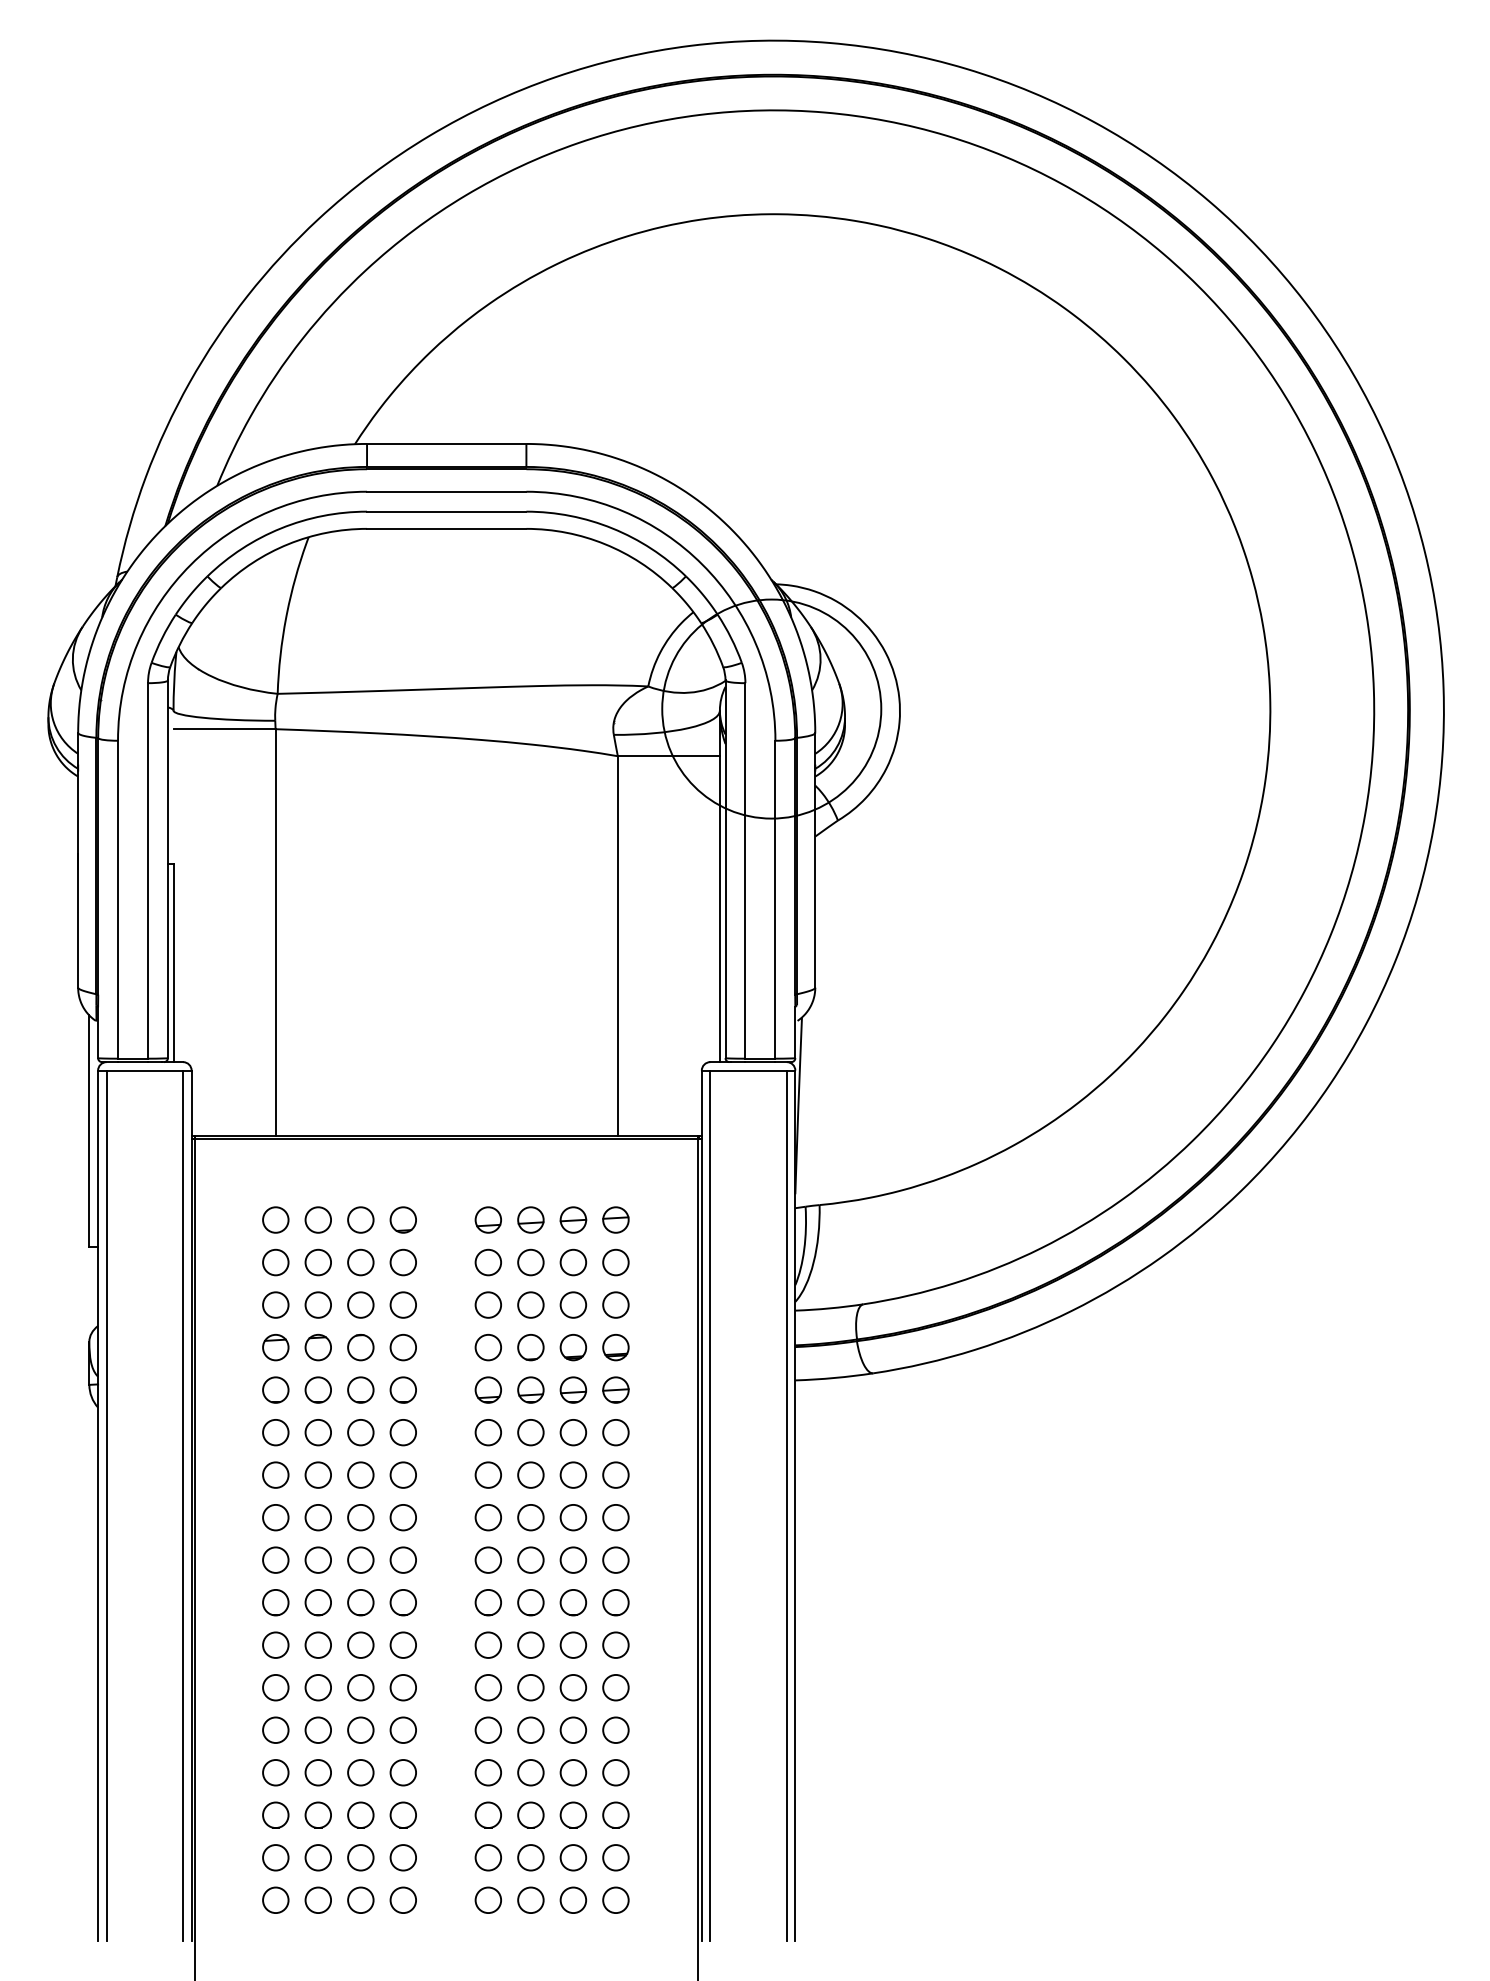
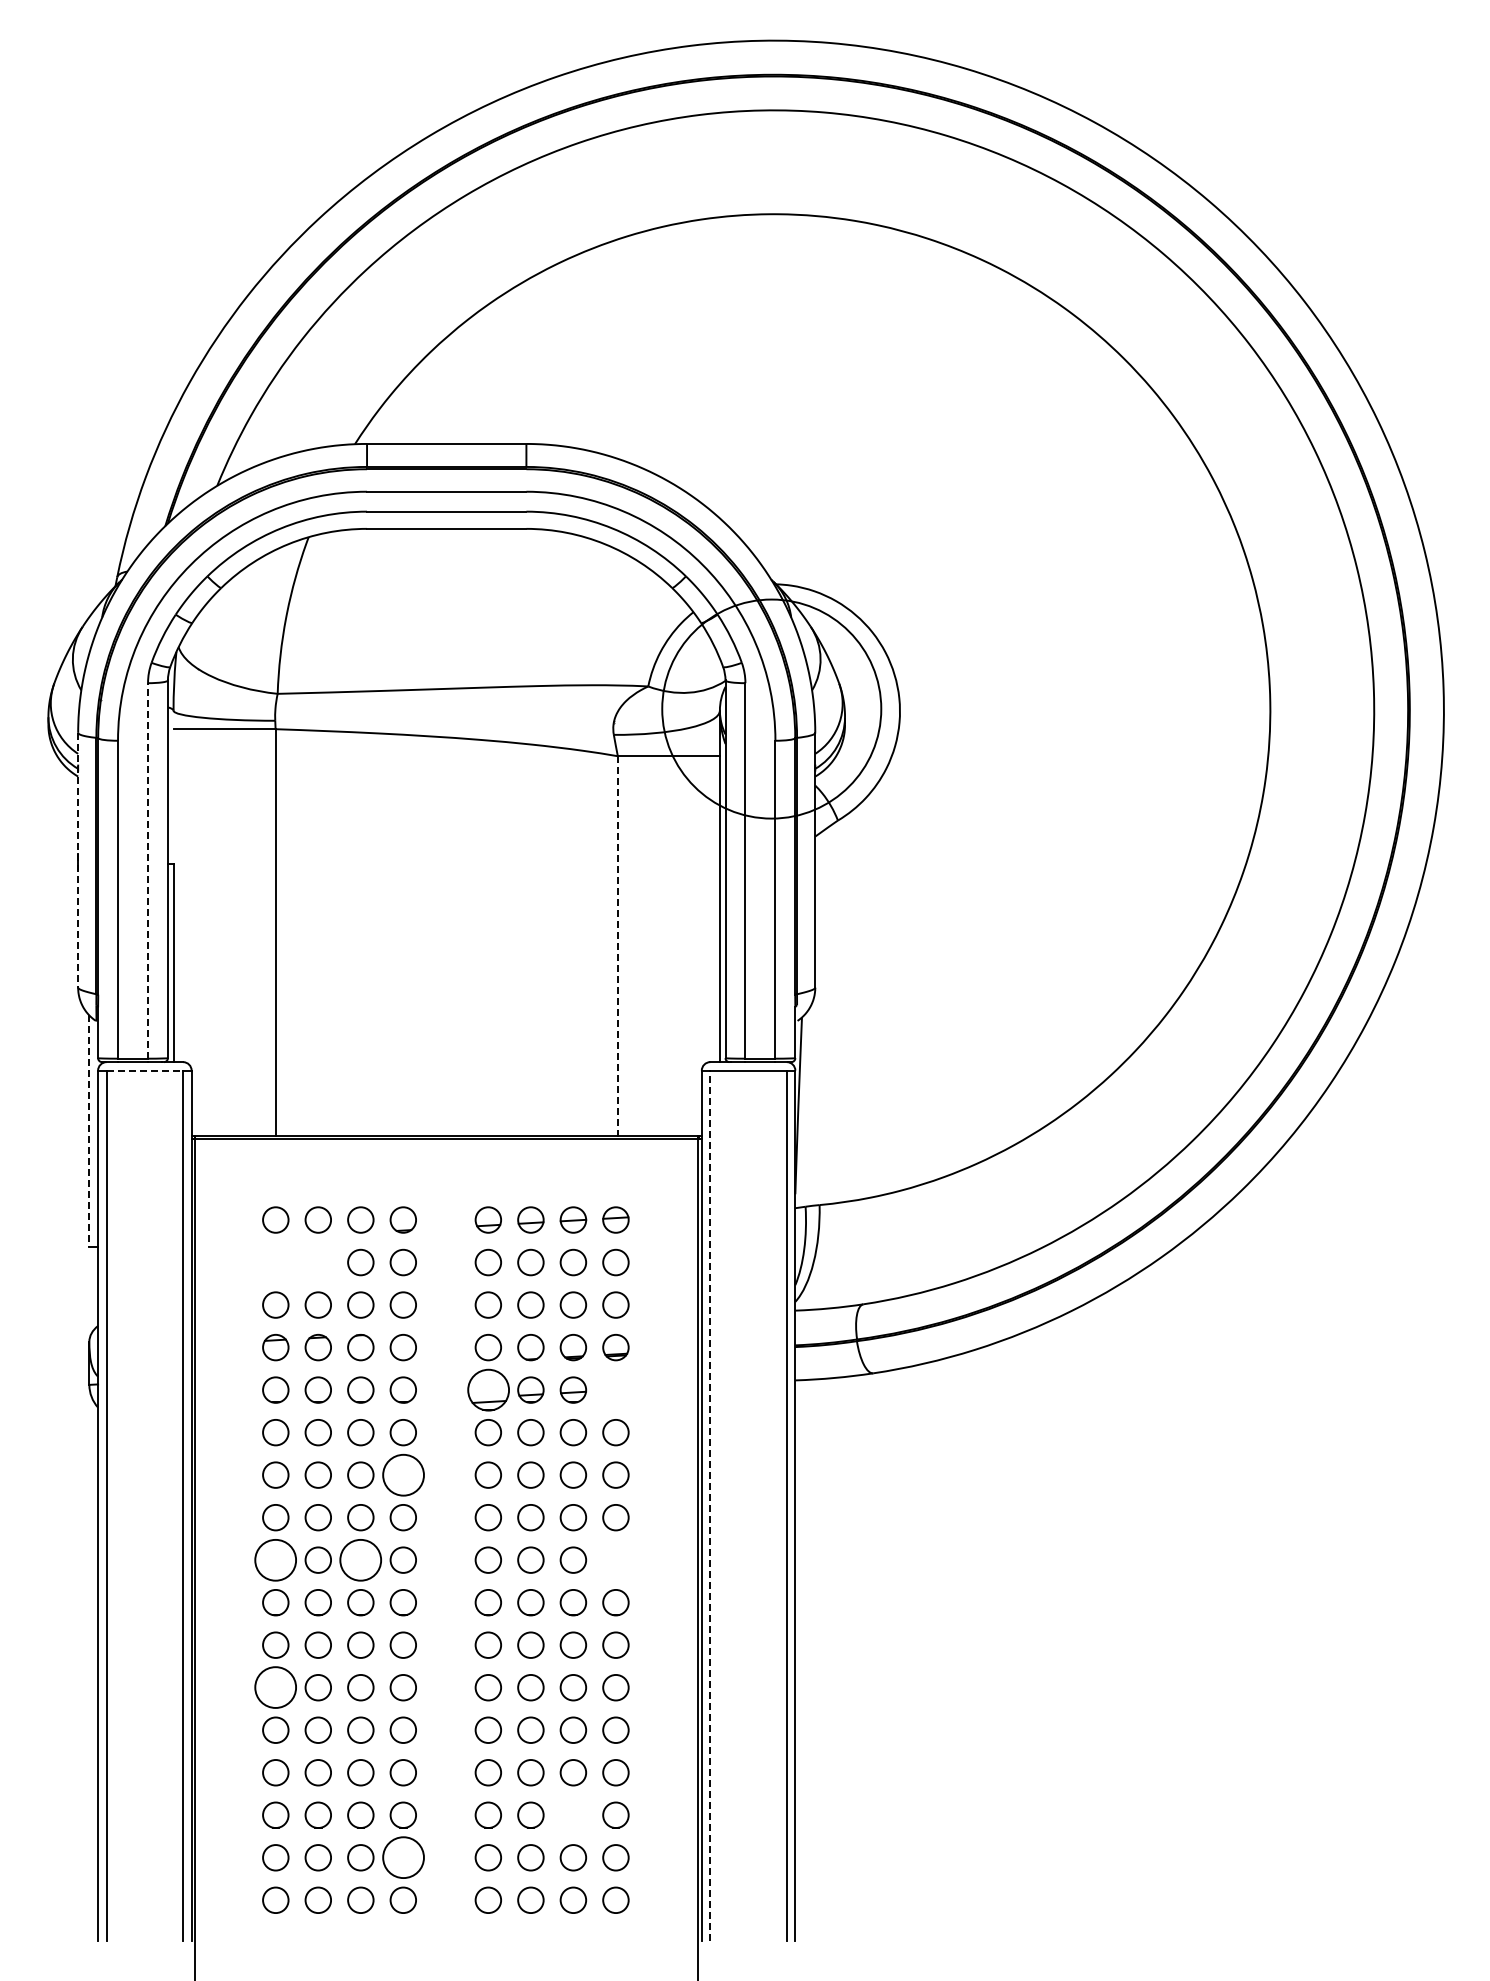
line at (78, 860): solid -> dashed
line at (148, 870): solid -> dashed
line at (617, 946): solid -> dashed
line at (145, 1070): solid -> dashed
line at (89, 1131): solid -> dashed
circle at (275, 1262): present -> none
circle at (317, 1262): present -> none
part at (487, 1389) size: 28x28 px -> 43x44 px
part at (615, 1389): present -> none
circle at (402, 1474) size: 28x28 px -> 43x44 px
line at (710, 1505): solid -> dashed
circle at (275, 1559) size: 28x28 px -> 43x43 px
circle at (360, 1559) size: 28x28 px -> 43x43 px
circle at (615, 1559): present -> none
circle at (275, 1687) size: 28x28 px -> 43x43 px
part at (573, 1814): present -> none
circle at (402, 1857) size: 28x28 px -> 43x43 px
